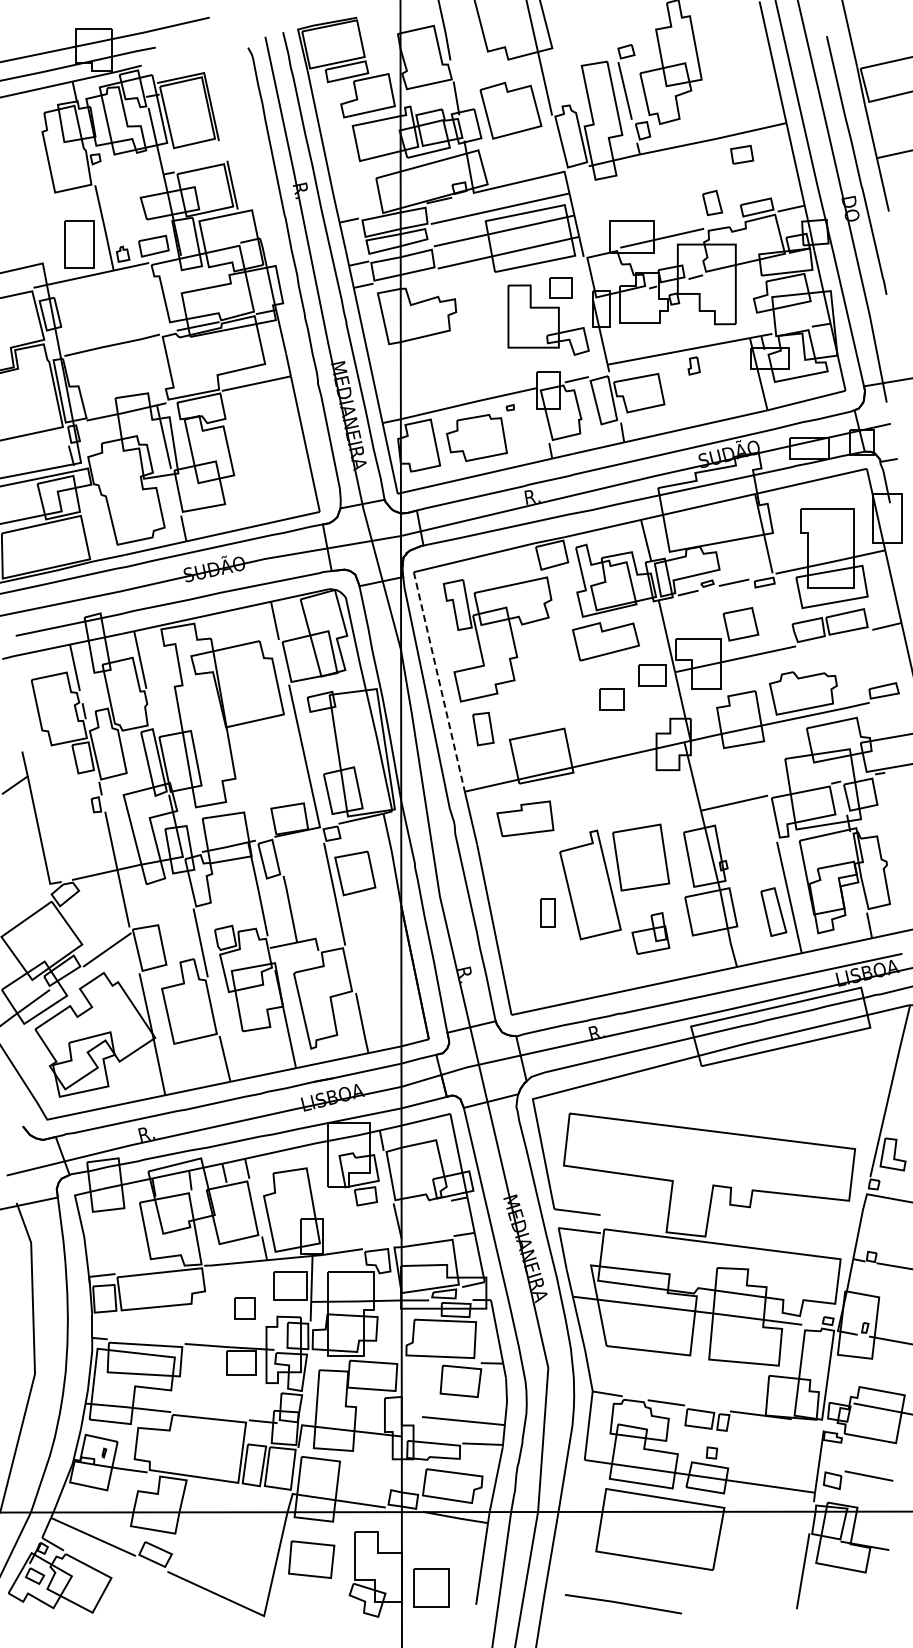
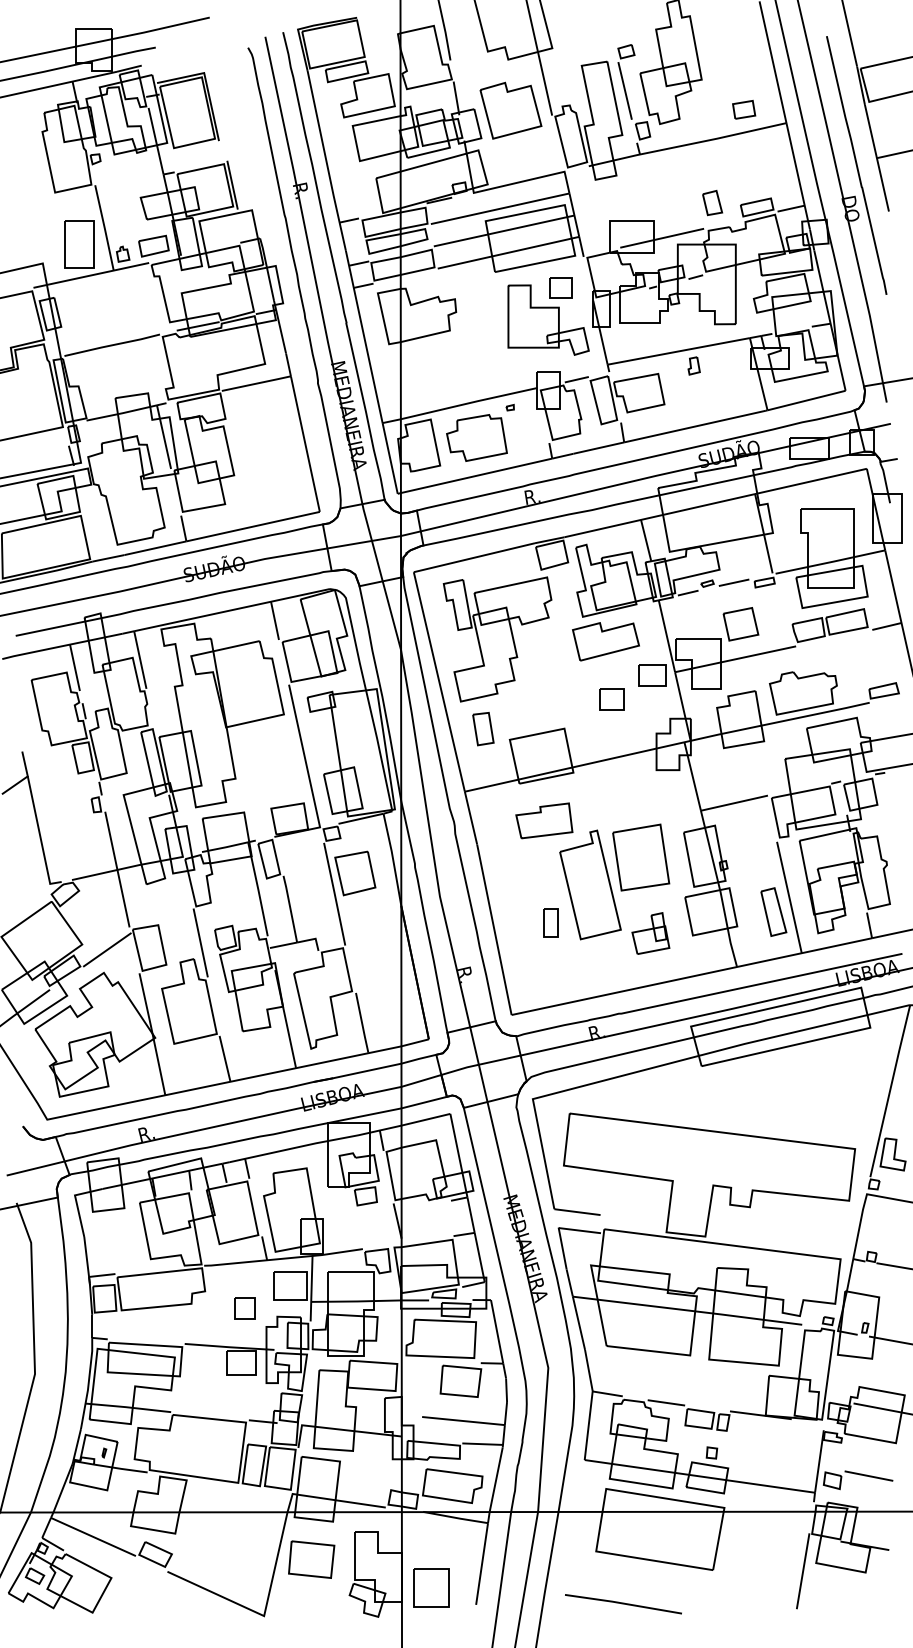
part at (742, 154) position: (742, 154) -> (744, 109)
line at (439, 681): dashed -> solid
part at (525, 818) position: (525, 818) -> (544, 820)
part at (547, 912) position: (547, 912) -> (550, 922)
